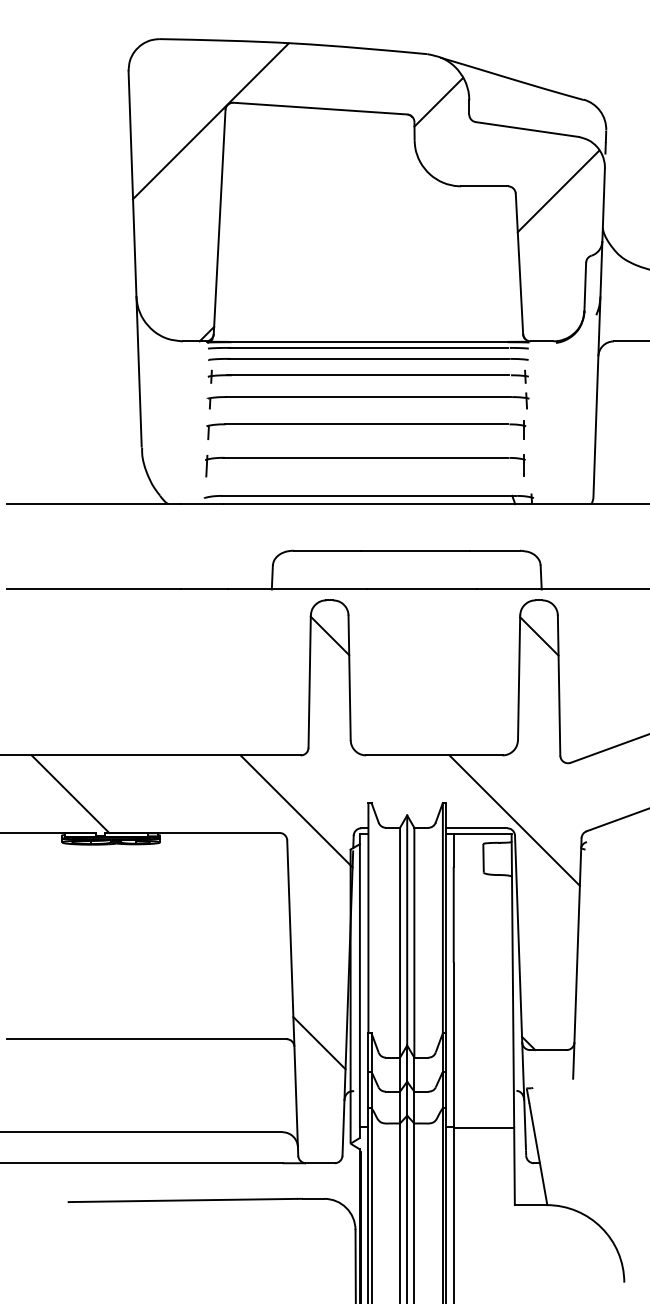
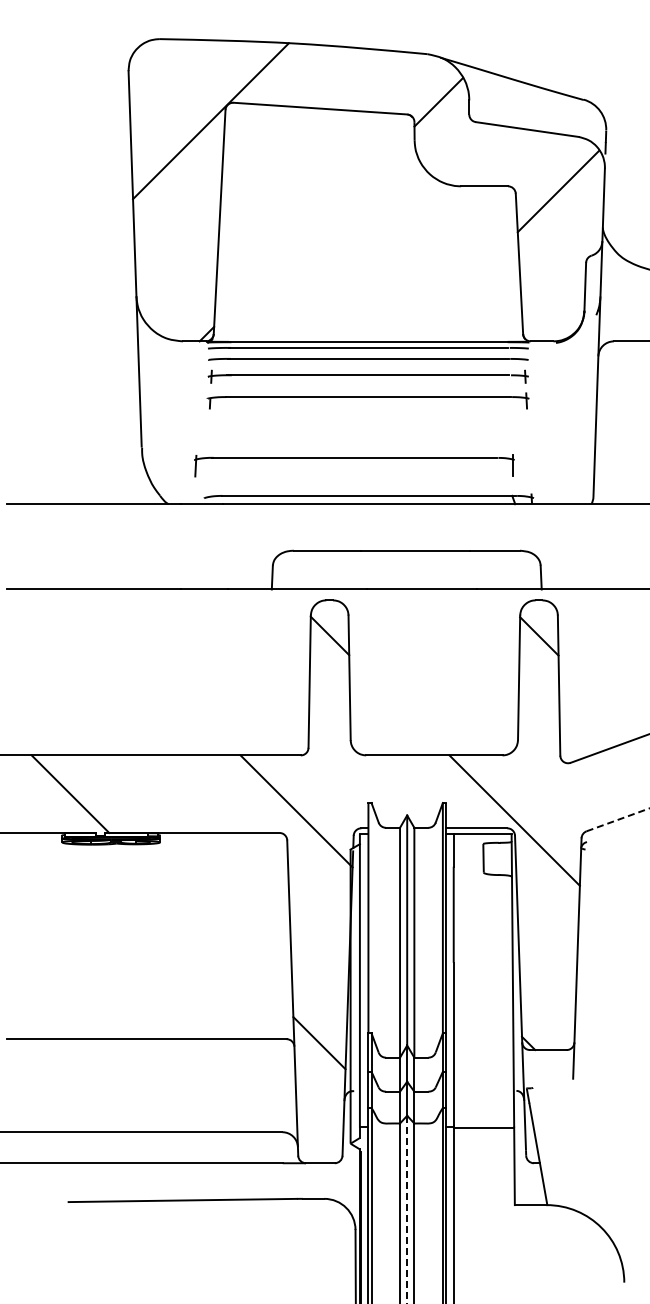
part at (366, 429): present -> none
part at (365, 458) position: (365, 458) -> (354, 458)
line at (618, 819): solid -> dashed
line at (407, 1209): solid -> dashed
